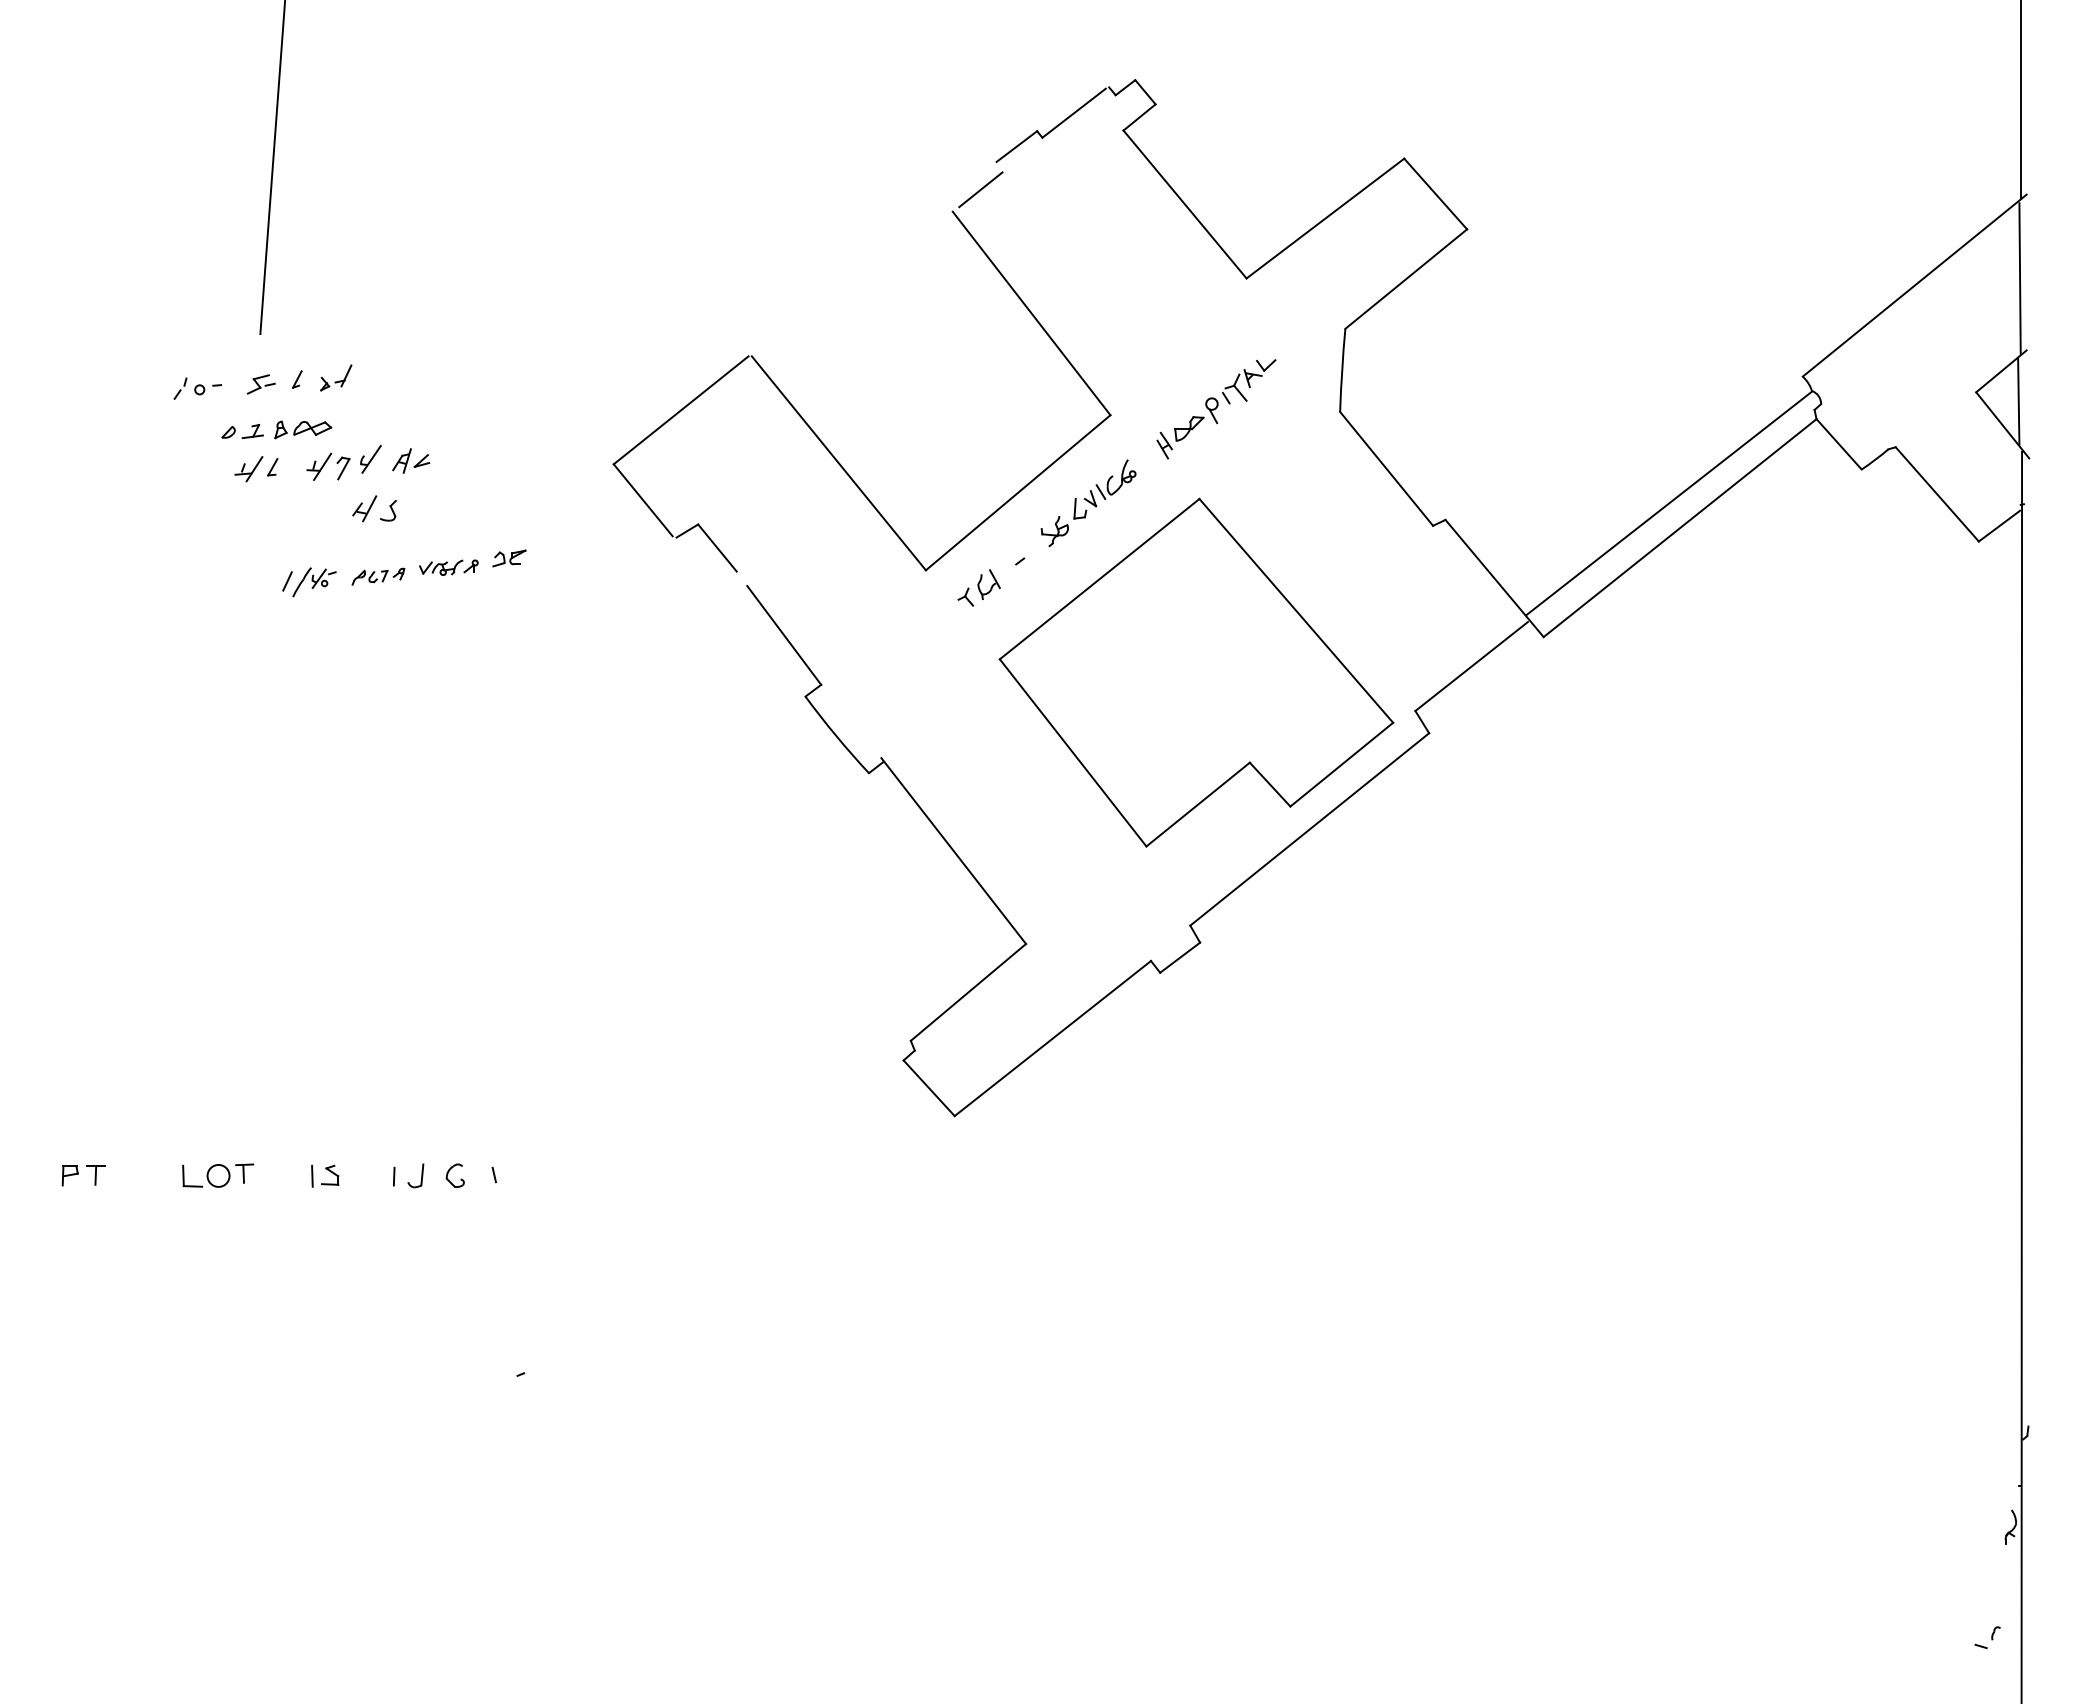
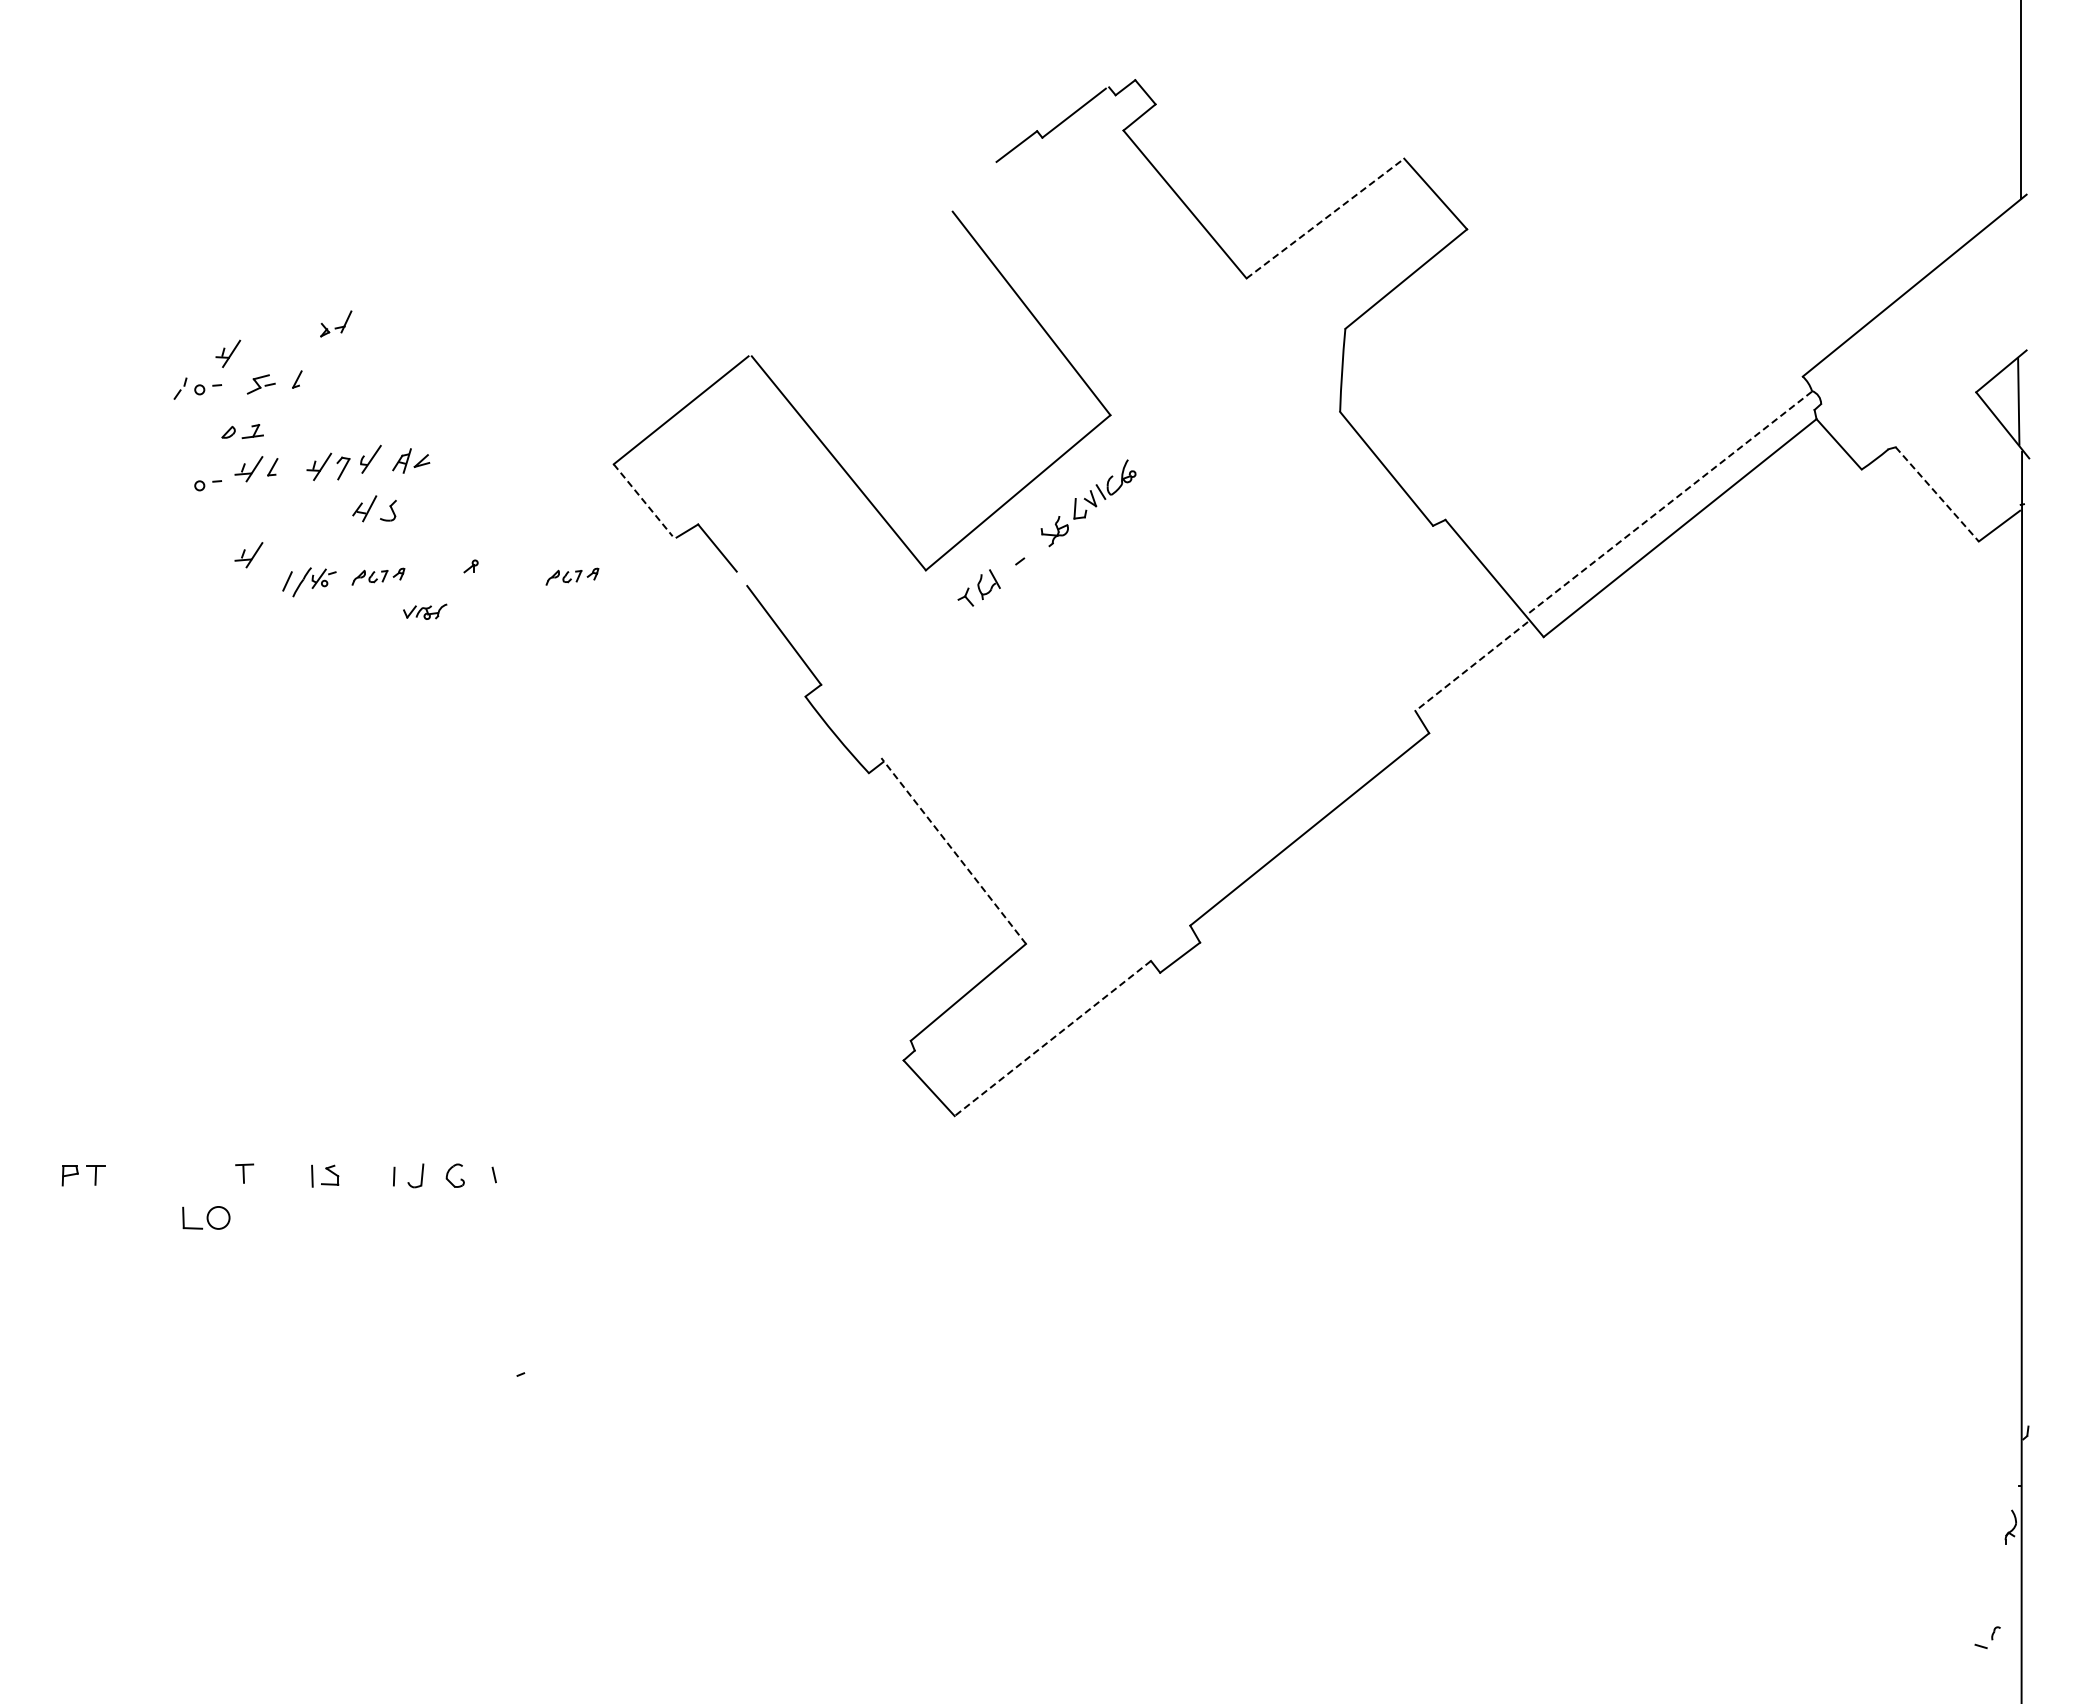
line at (272, 168): present -> none
line at (980, 189): present -> none
line at (1325, 218): solid -> dashed
line at (2019, 278): present -> none
part at (228, 353): none -> present
part at (336, 377) position: (336, 377) -> (336, 323)
part at (1216, 409): present -> none
part at (303, 429): present -> none
part at (207, 485): none -> present
line at (1937, 494): solid -> dashed
line at (643, 500): solid -> dashed
line at (1668, 503): solid -> dashed
part at (248, 555): none -> present
part at (509, 558): present -> none
part at (441, 567) position: (441, 567) -> (425, 611)
part at (572, 576): none -> present
line at (1471, 666): solid -> dashed
part at (1196, 672): present -> none
line at (953, 851): solid -> dashed
line at (1052, 1038): solid -> dashed
part at (206, 1175) position: (206, 1175) -> (206, 1217)
